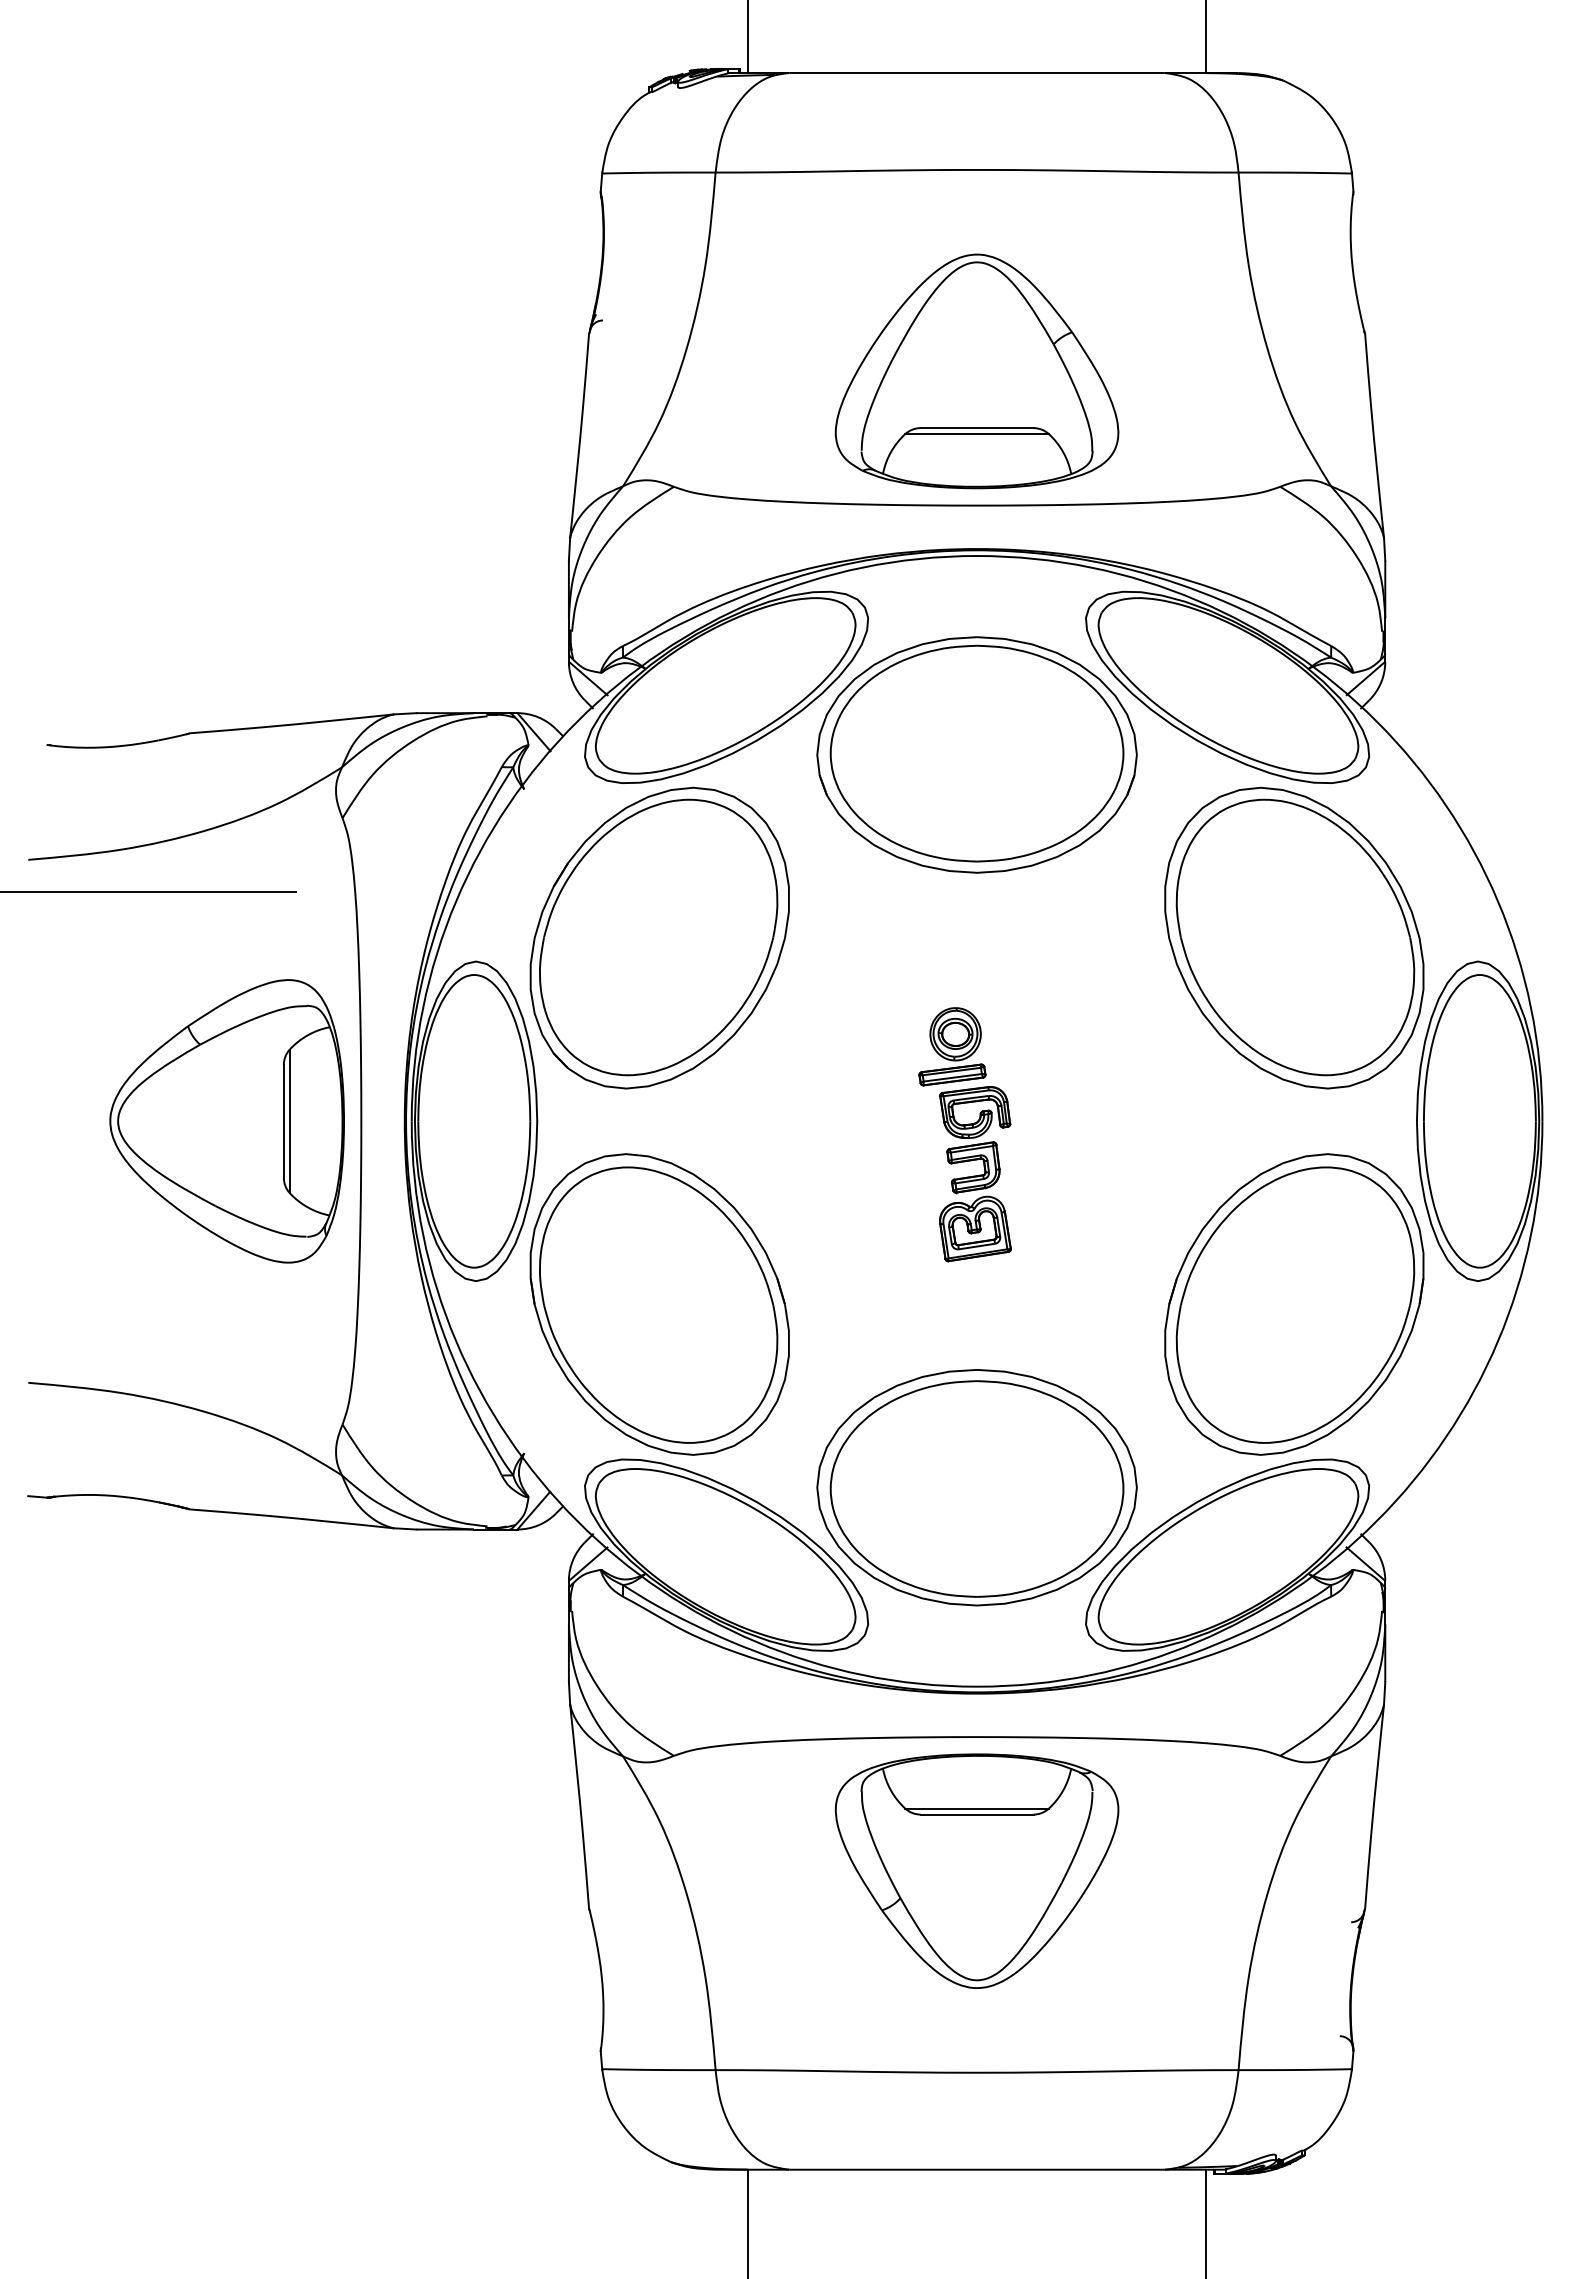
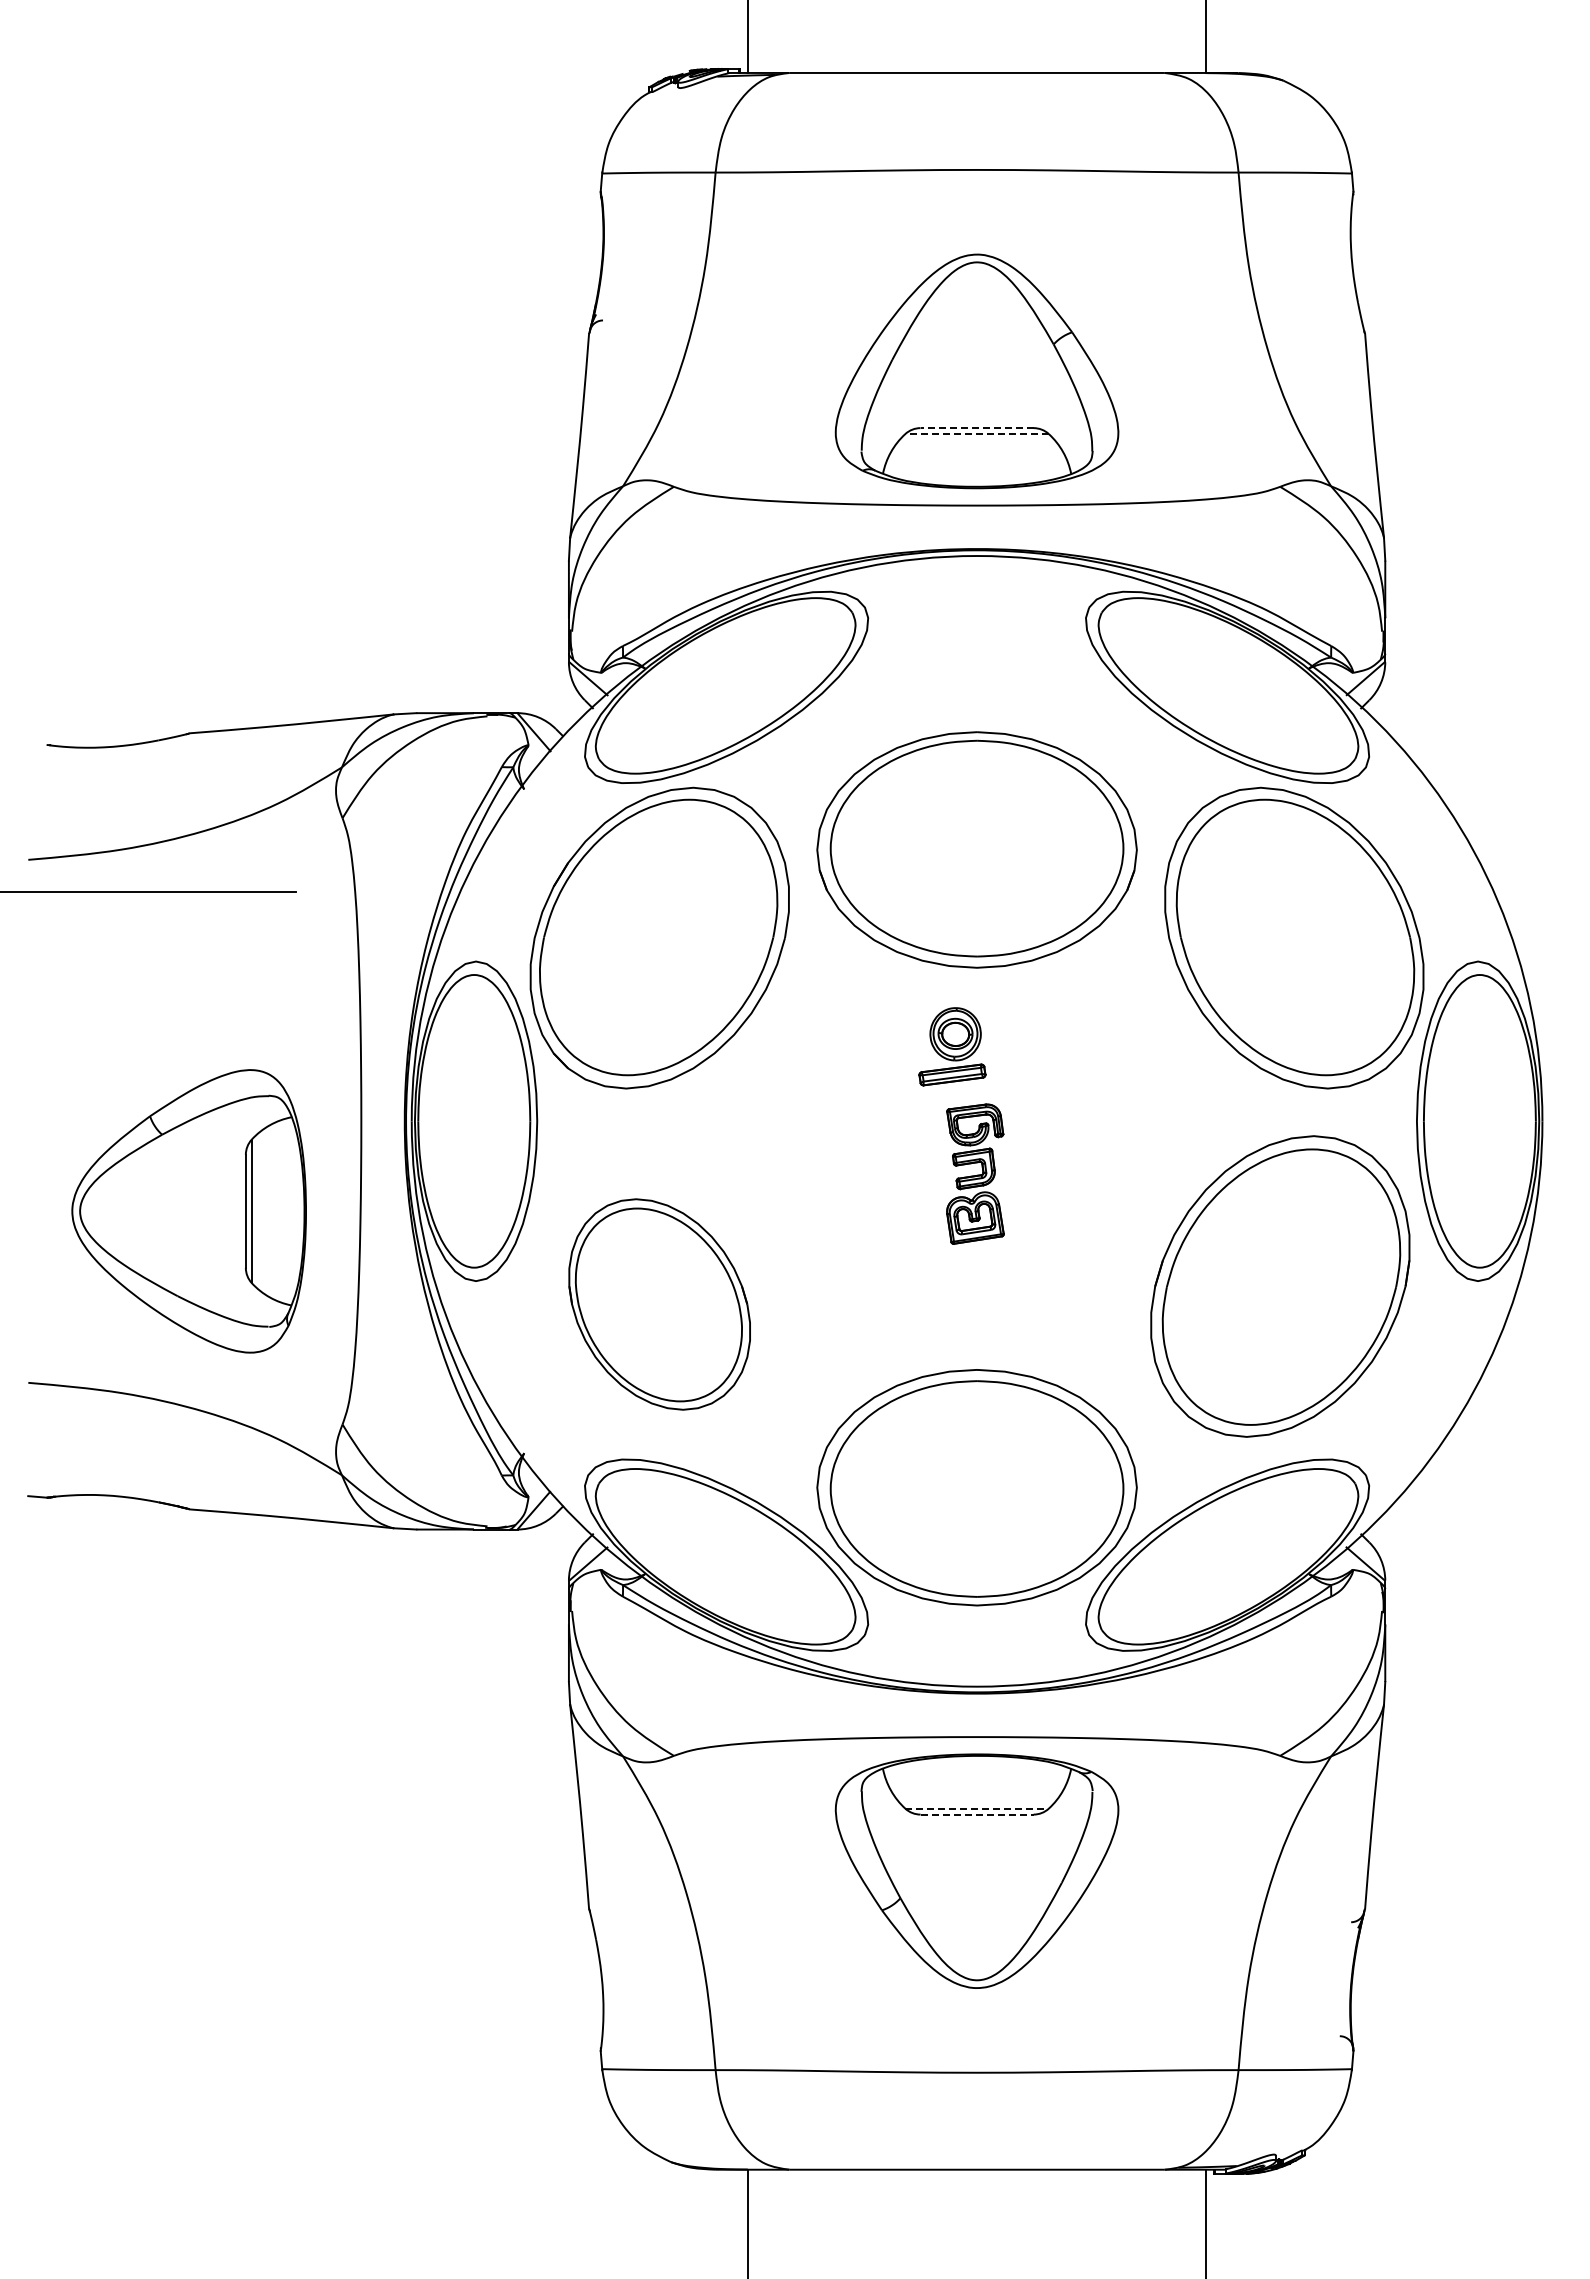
line at (977, 428): solid -> dashed
line at (977, 434): solid -> dashed
part at (976, 754) position: (976, 754) -> (976, 849)
part at (226, 1121) position: (226, 1121) -> (188, 1211)
part at (975, 1174) size: 73x177 px -> 59x142 px
part at (659, 1304) size: 261x303 px -> 183x213 px
part at (1294, 1304) position: (1294, 1304) -> (1280, 1286)
line at (977, 1808): solid -> dashed
line at (977, 1814): solid -> dashed
